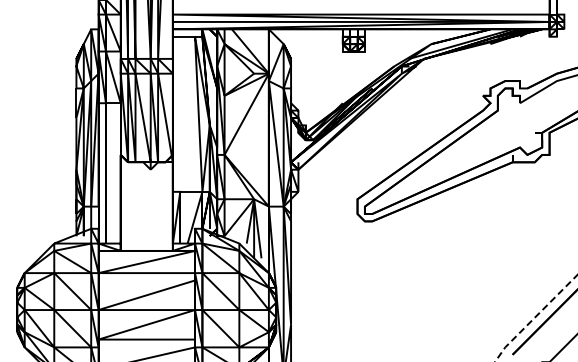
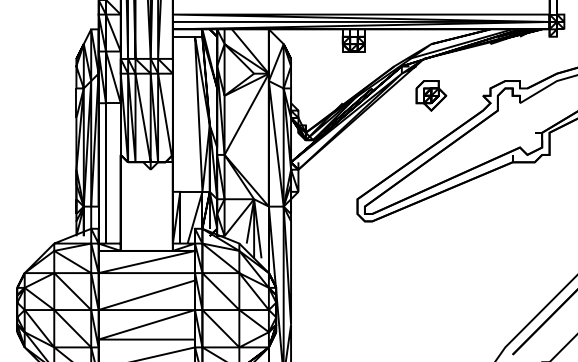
part at (431, 95): none -> present
line at (535, 316): dashed -> solid
